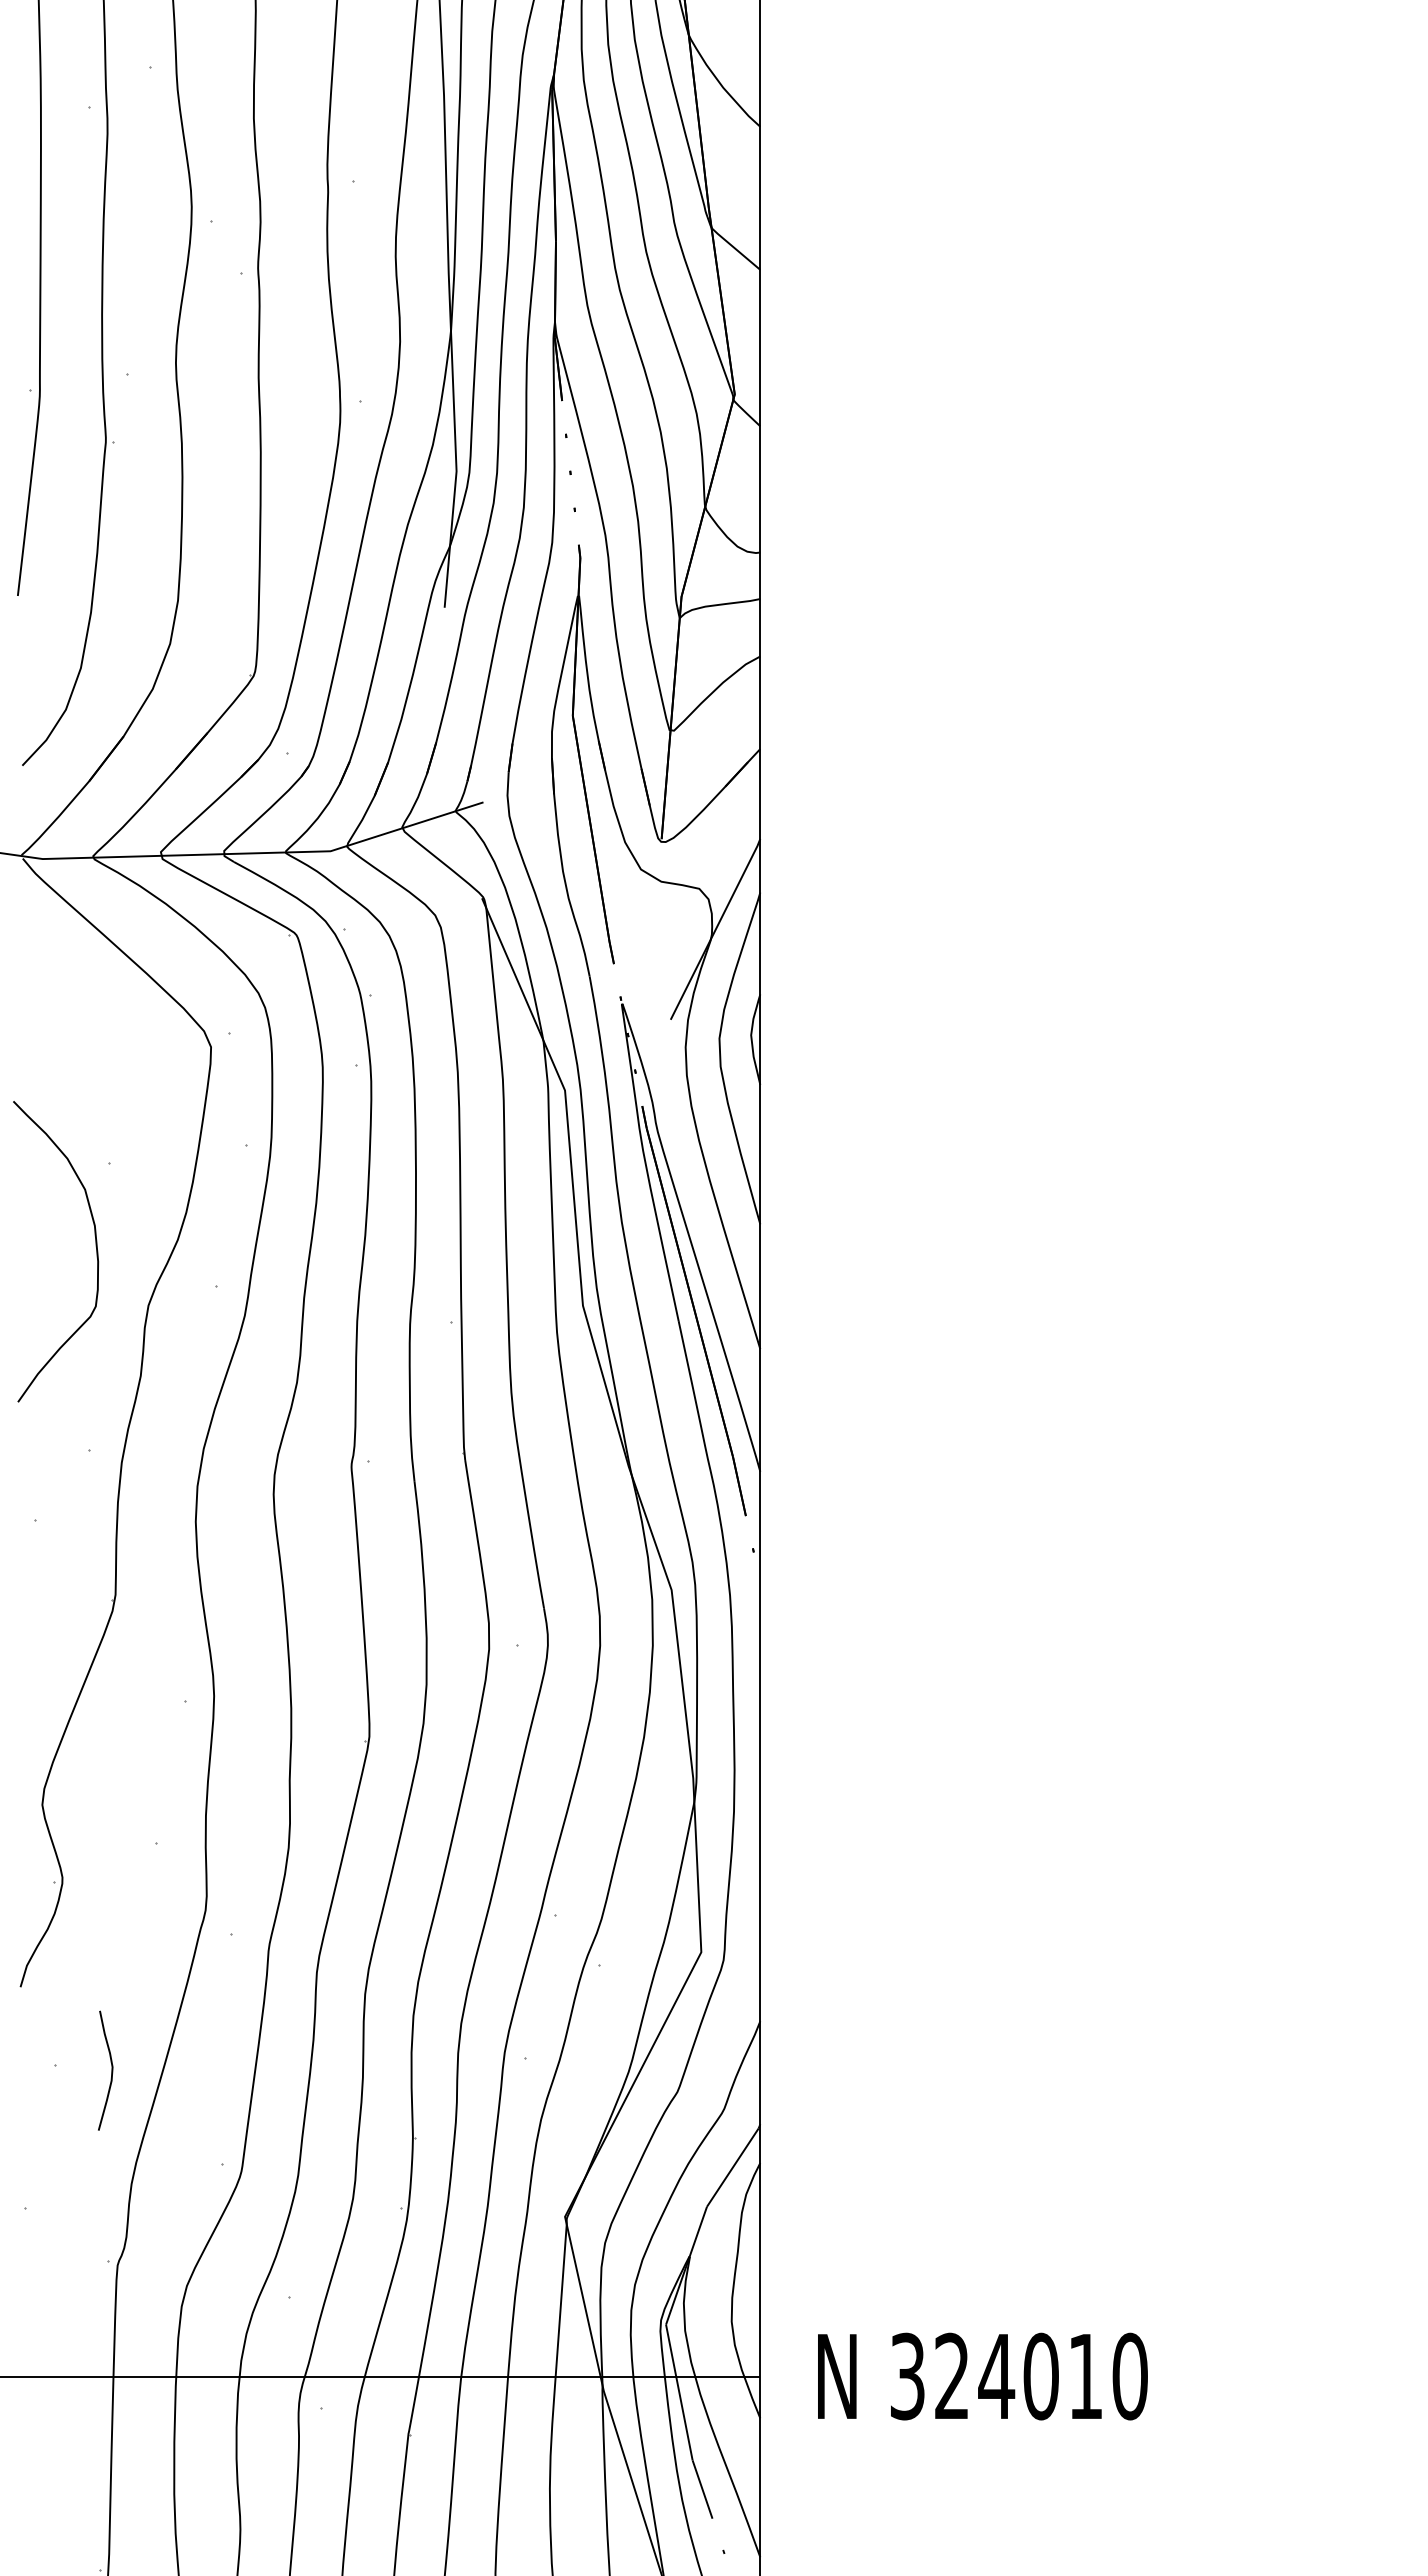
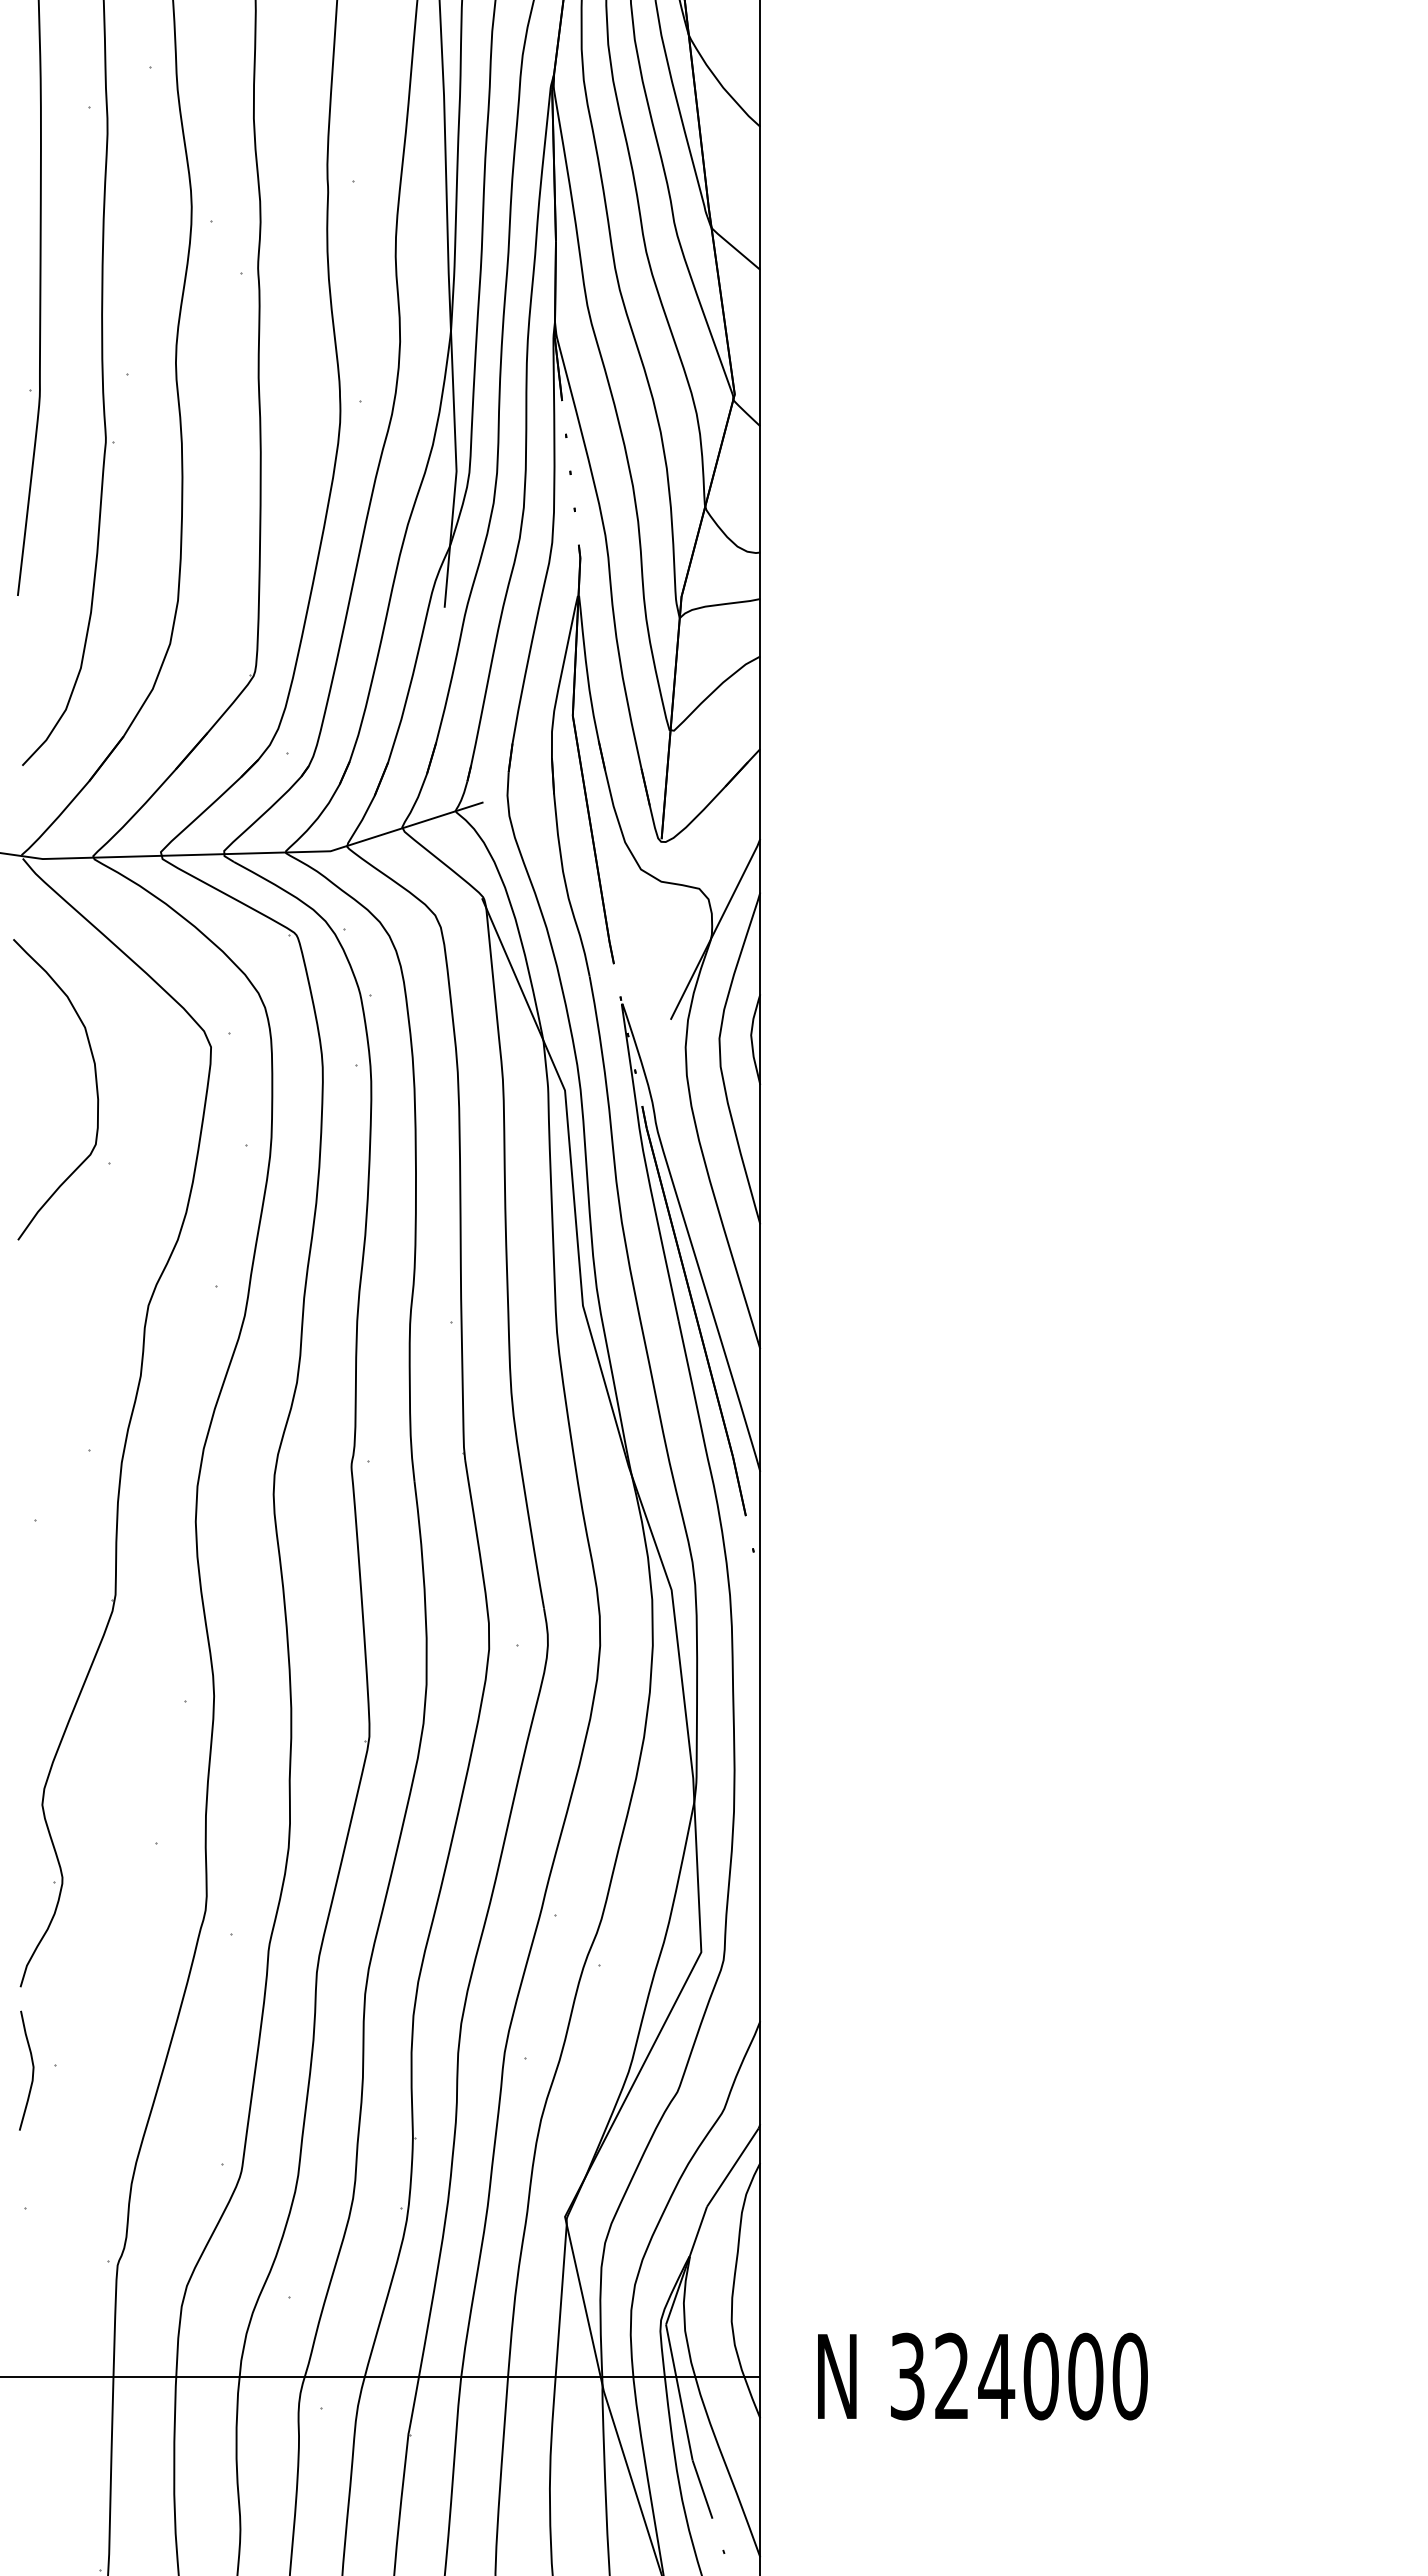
curve at (95, 1246) position: (95, 1246) -> (95, 1084)
curve at (111, 2070) position: (111, 2070) -> (32, 2070)
text at (1085, 2376): 324010 -> 324000
